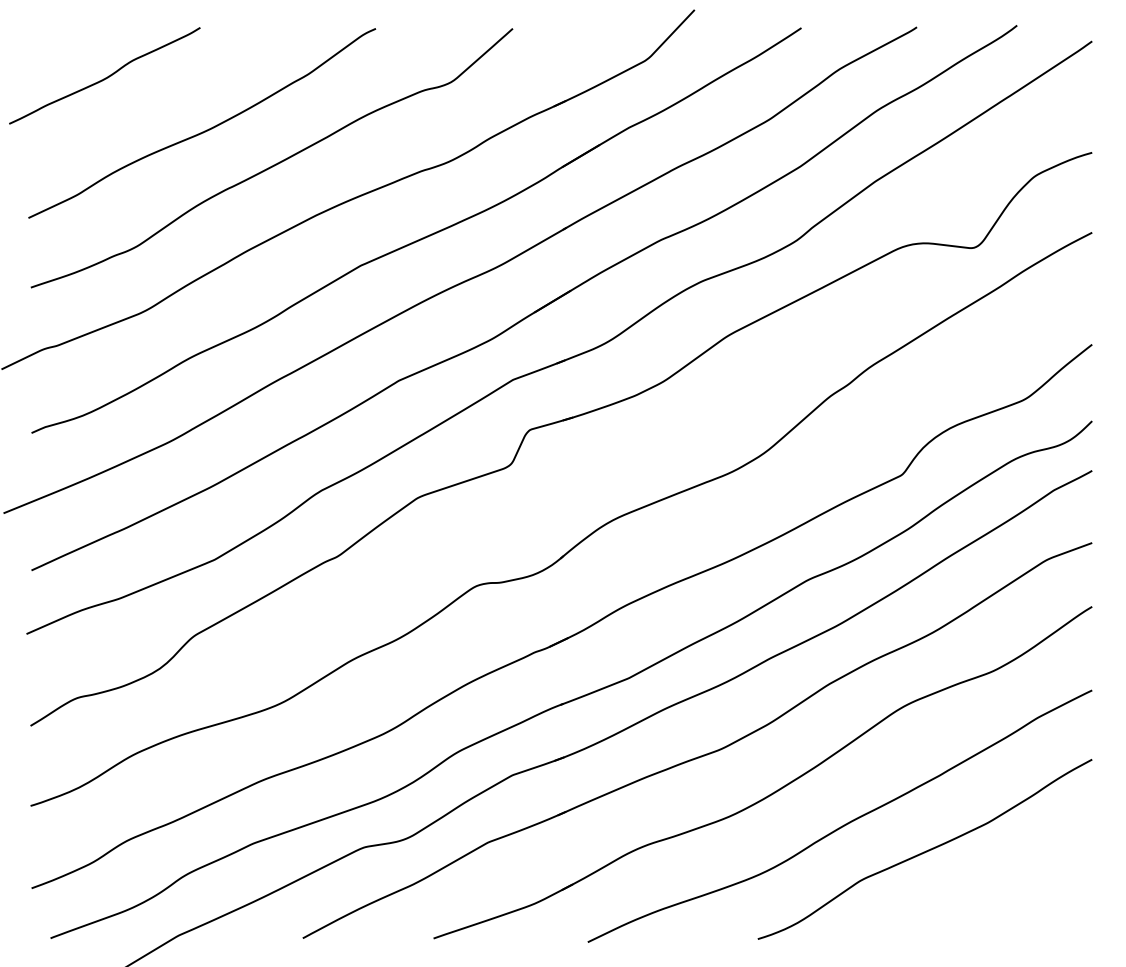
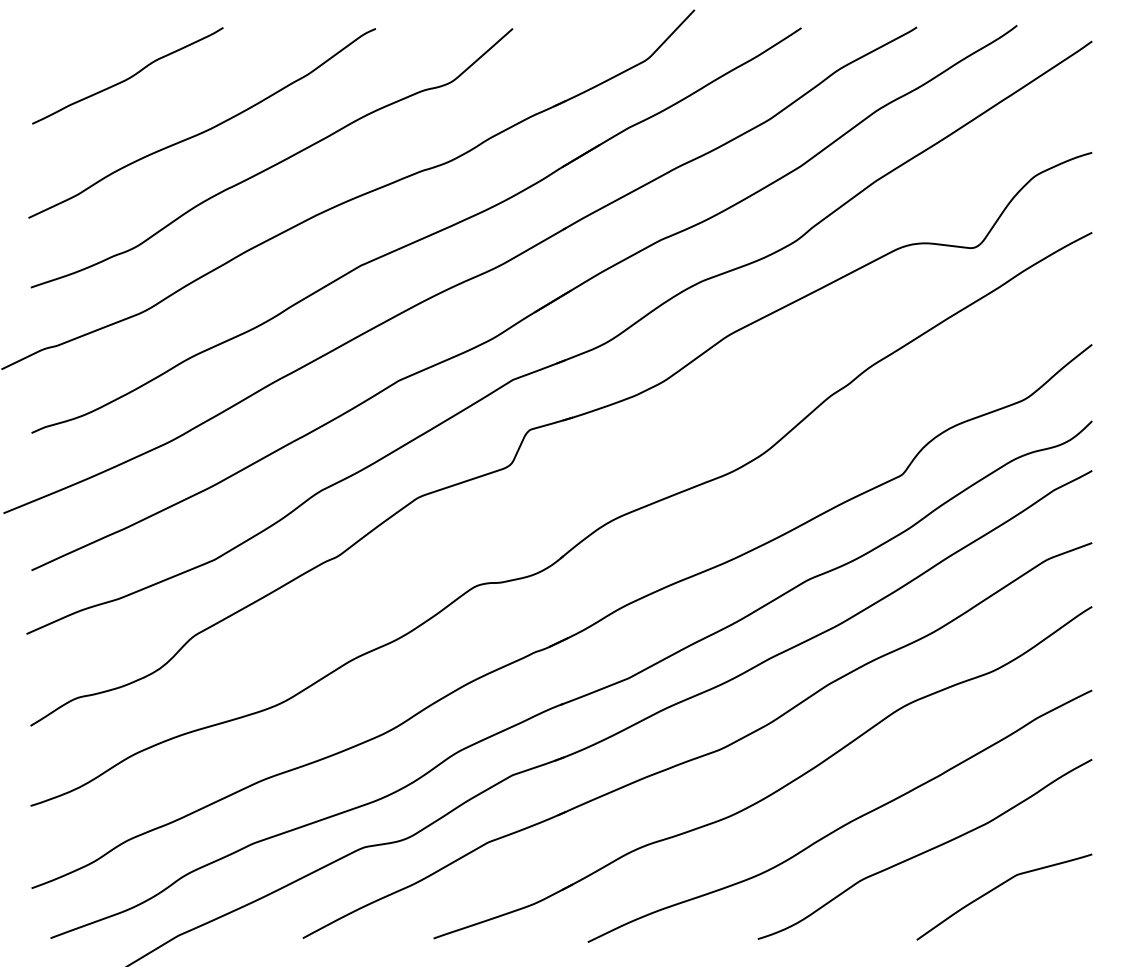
curve at (105, 77) position: (105, 77) -> (128, 77)
curve at (1000, 886): none -> present
